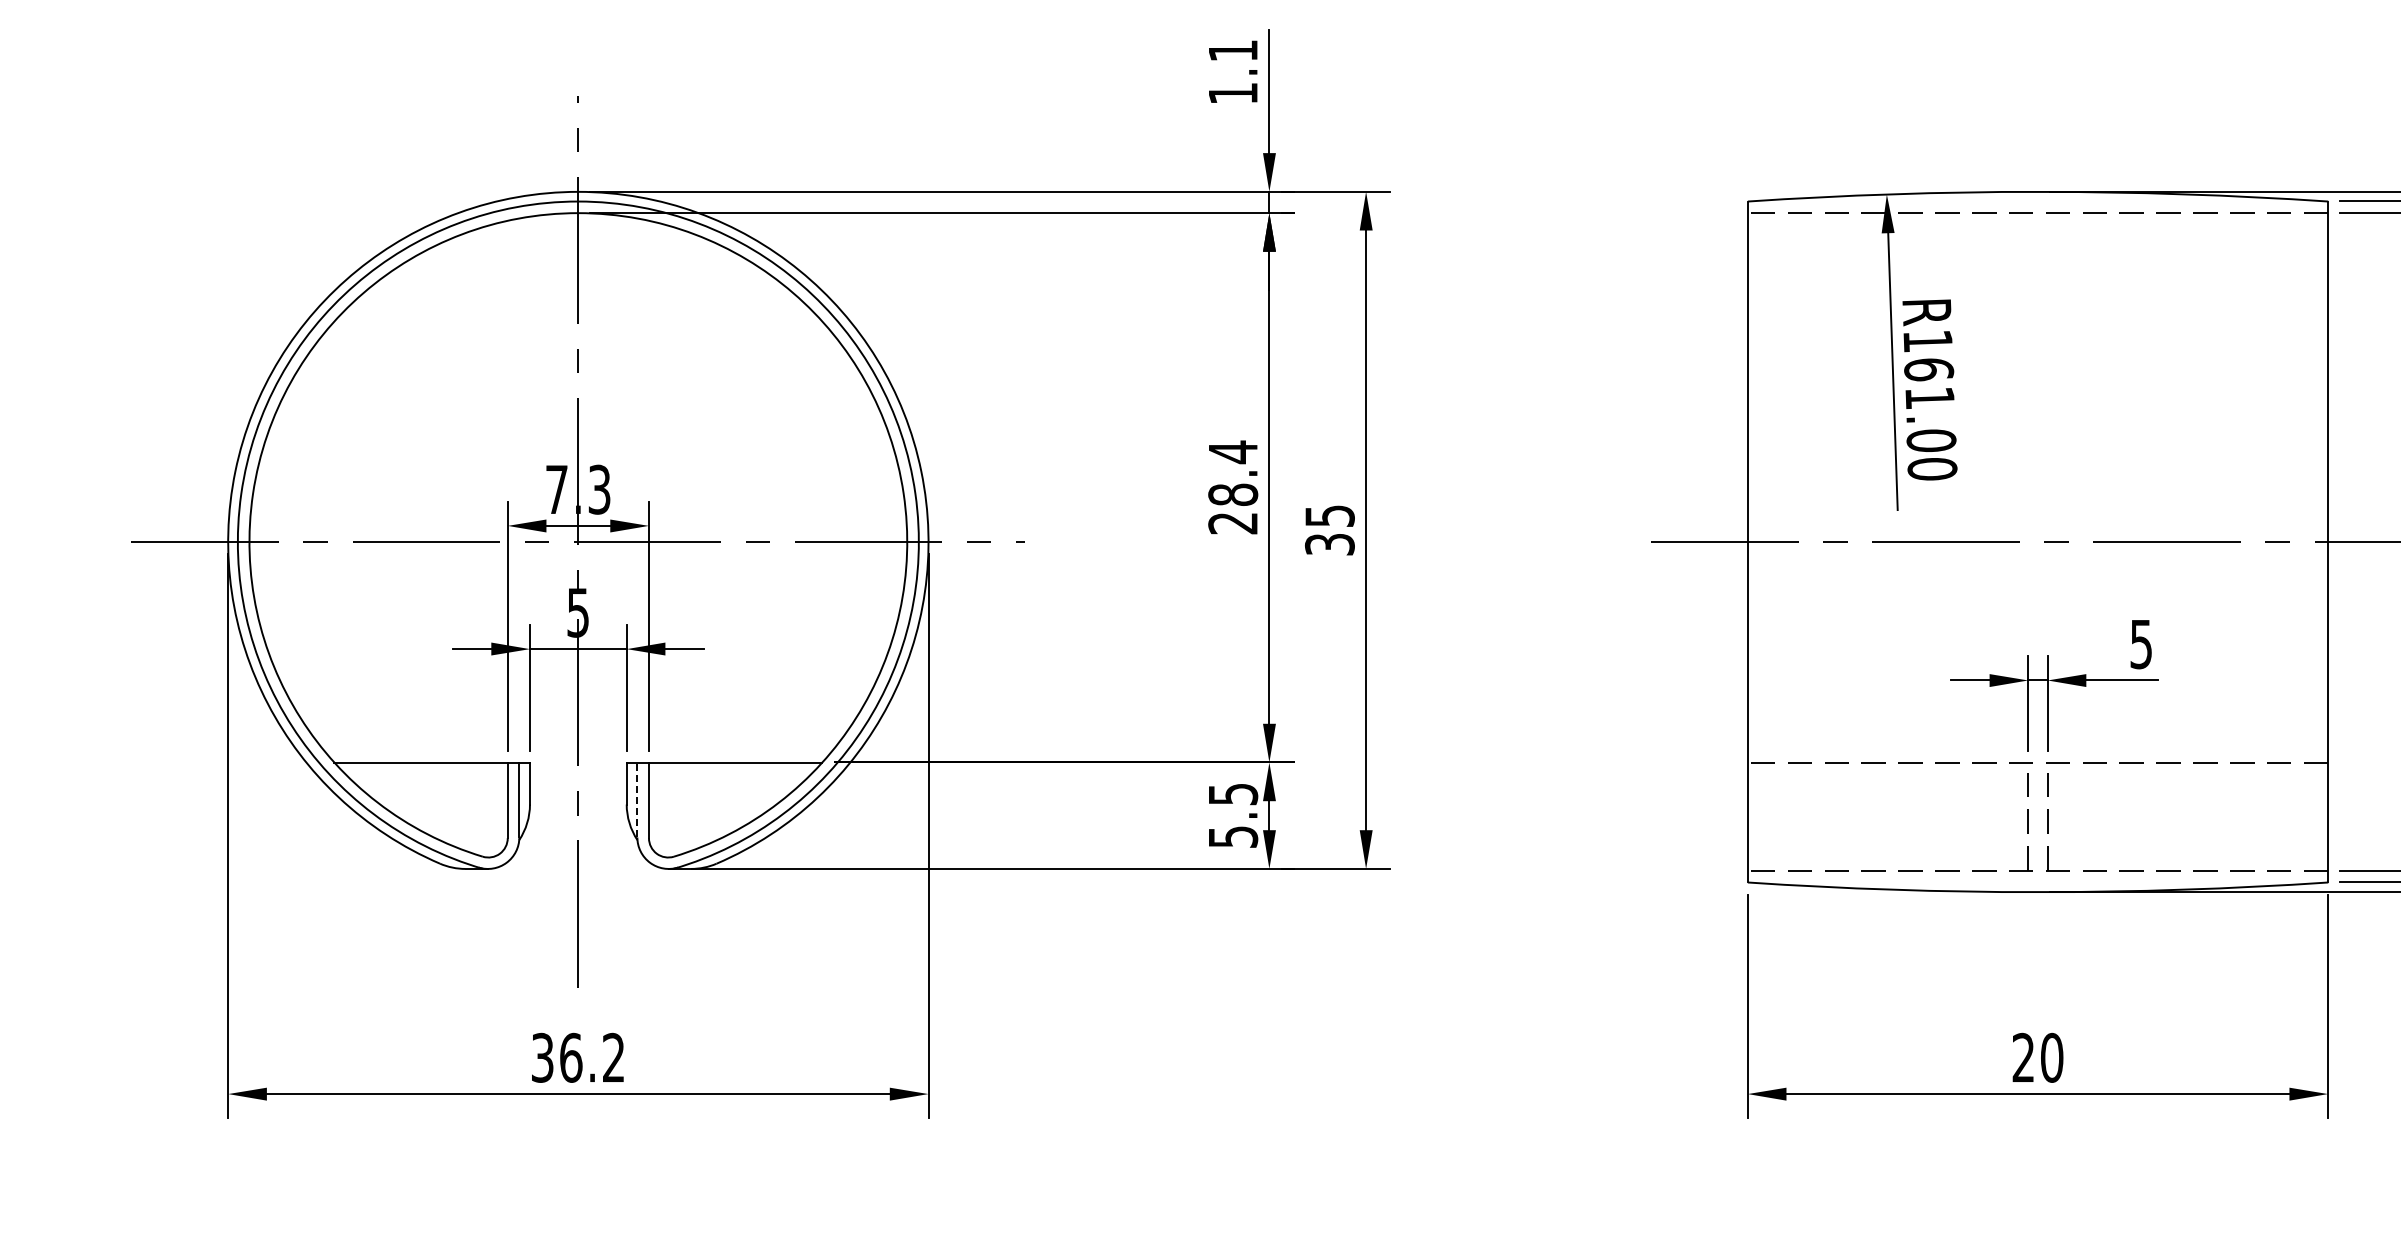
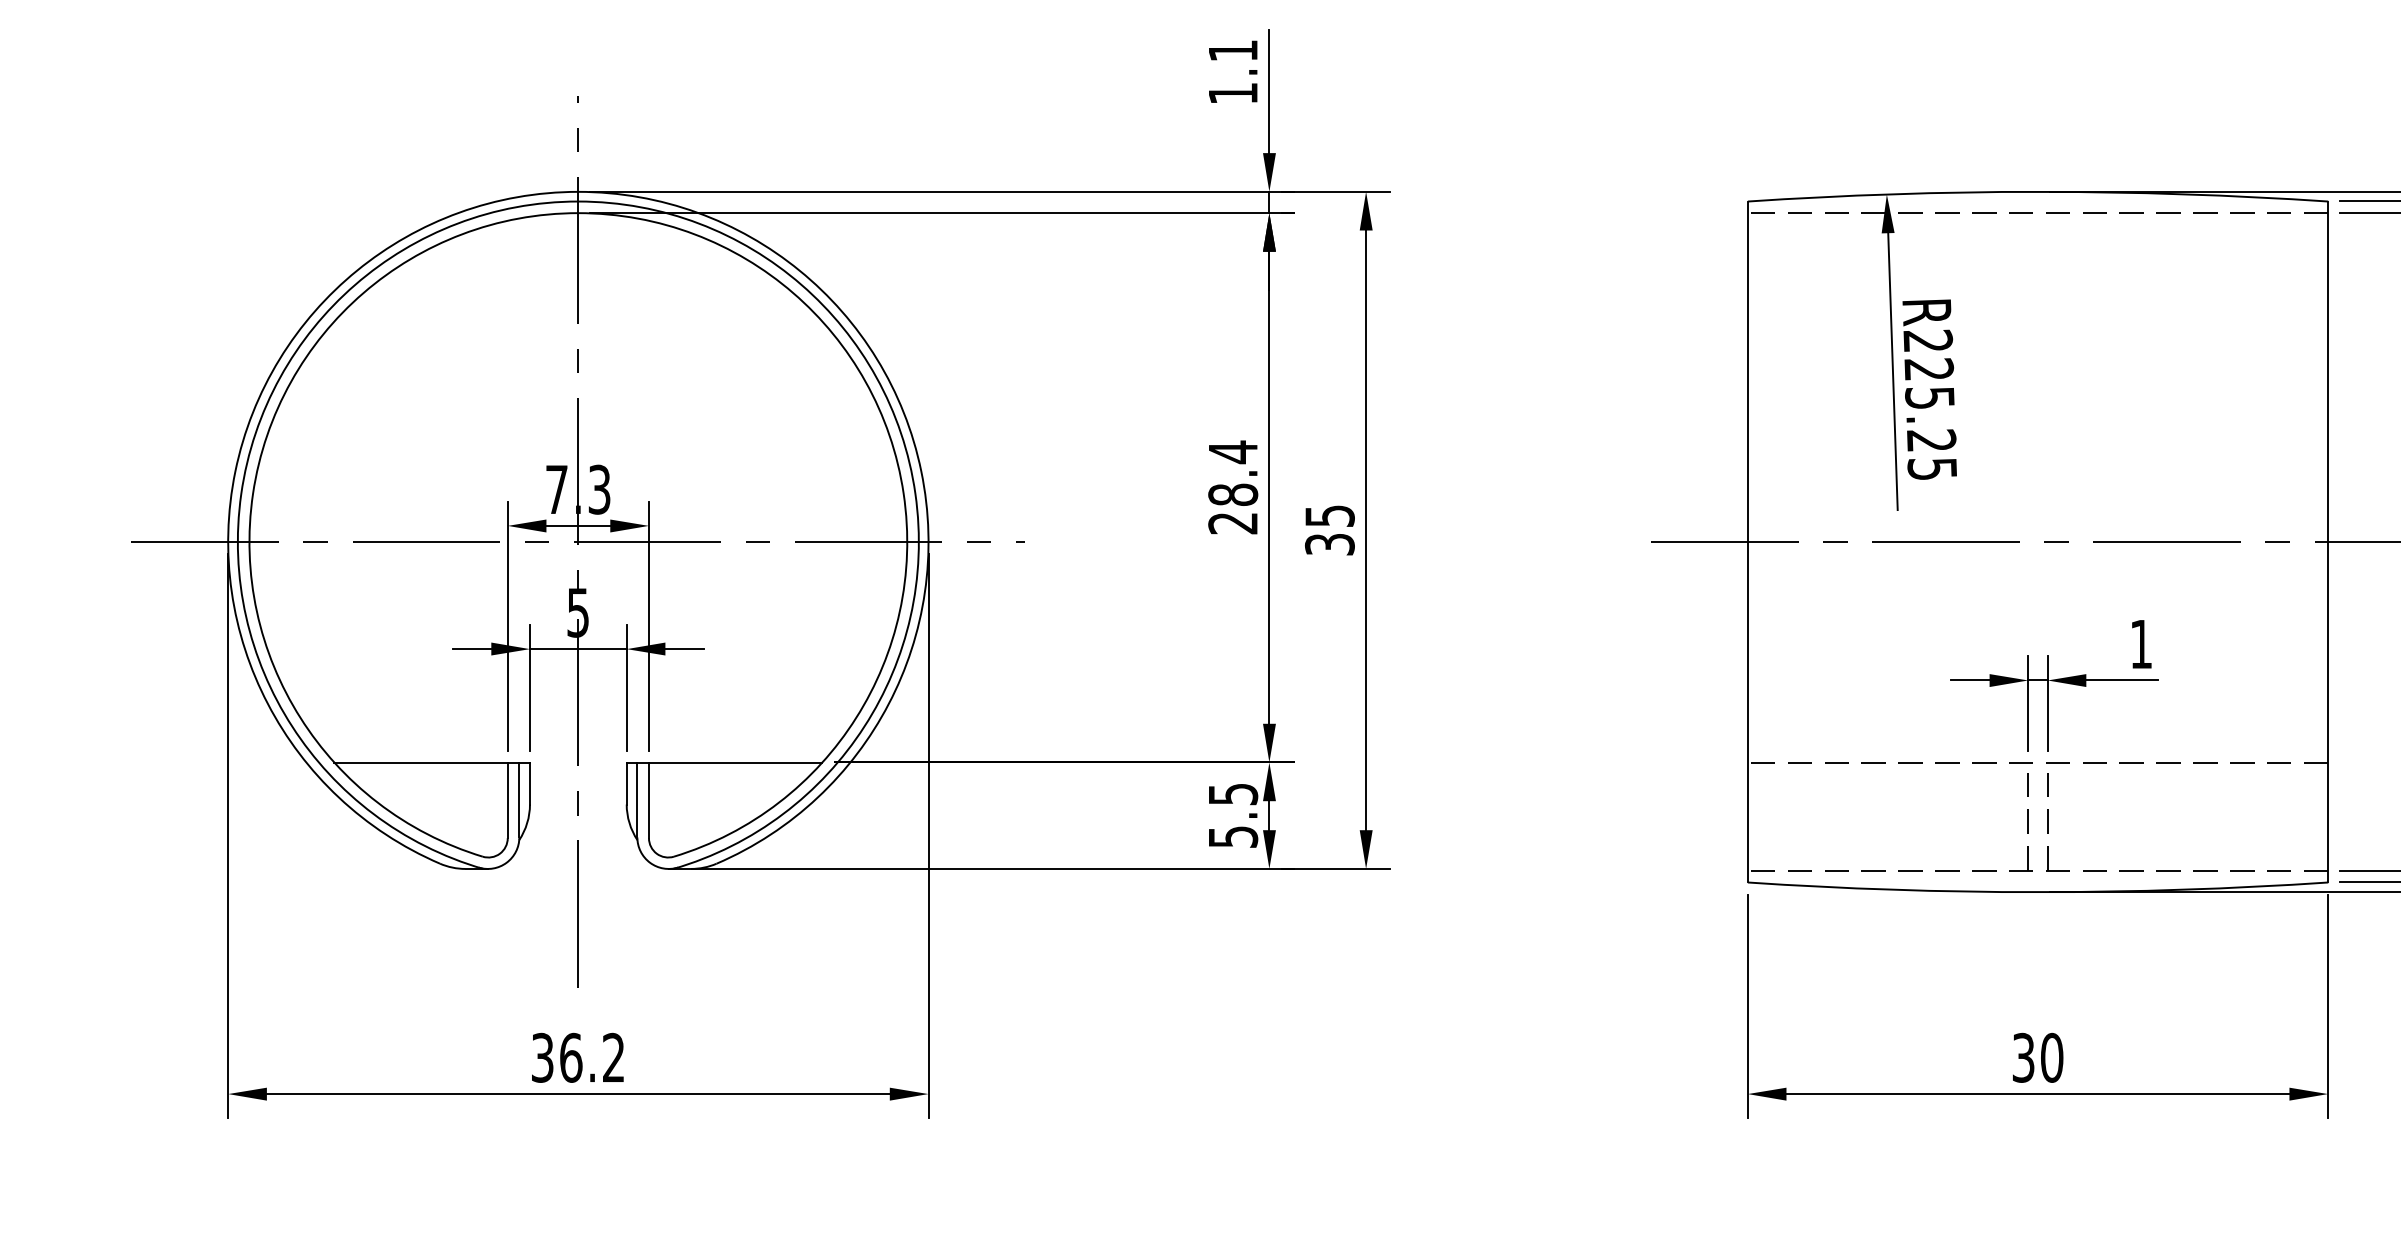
text at (1930, 404): R161.00 -> R225.25
text at (2140, 644): 5 -> 1
line at (637, 799): dashed -> solid
text at (2023, 1057): 20 -> 30
